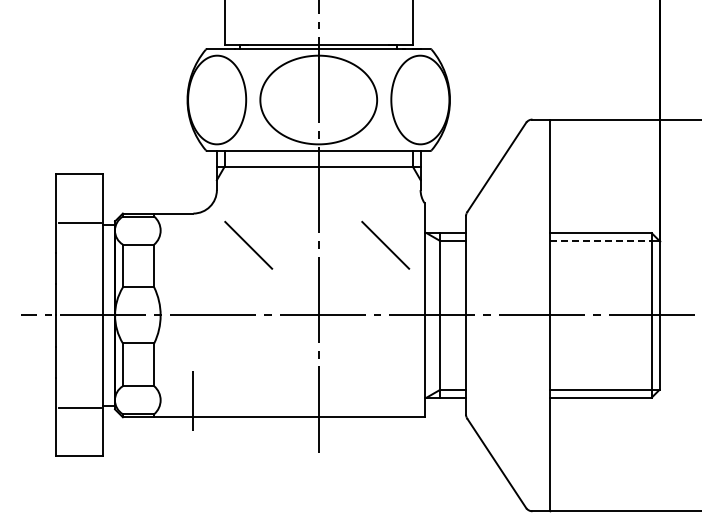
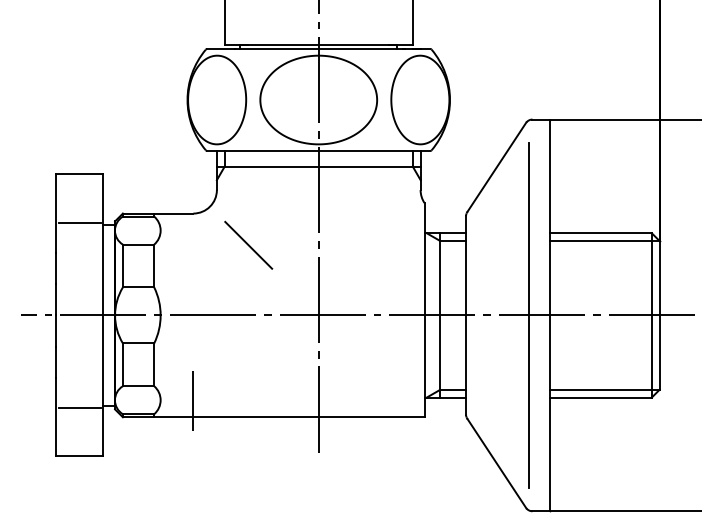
line at (600, 240): dashed -> solid
line at (385, 244): present -> none
line at (529, 315): none -> present
